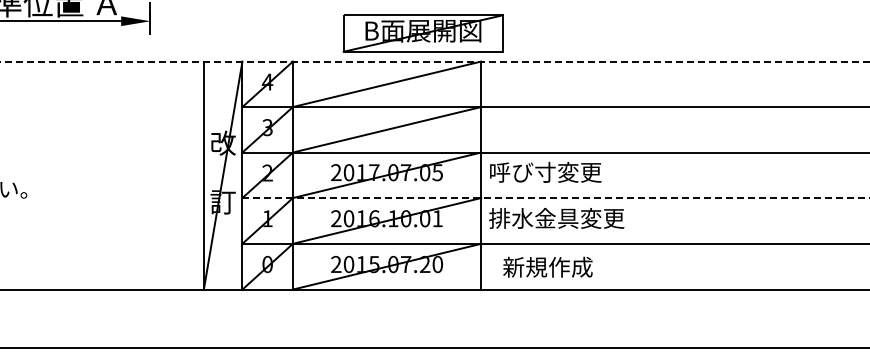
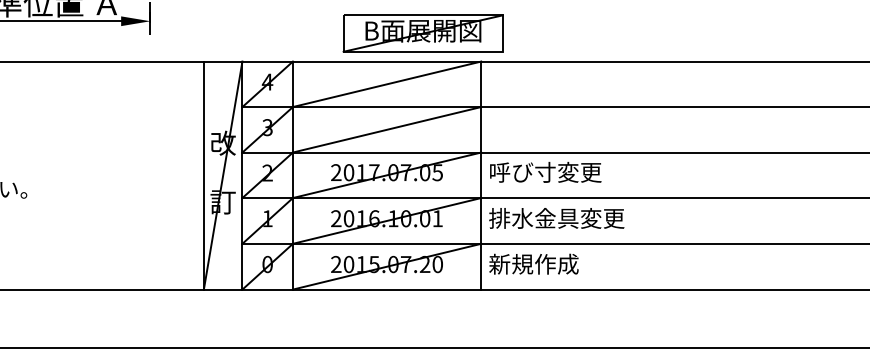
line at (435, 61): dashed -> solid
line at (556, 198): dashed -> solid
text at (547, 266) position: (547, 266) -> (533, 263)
